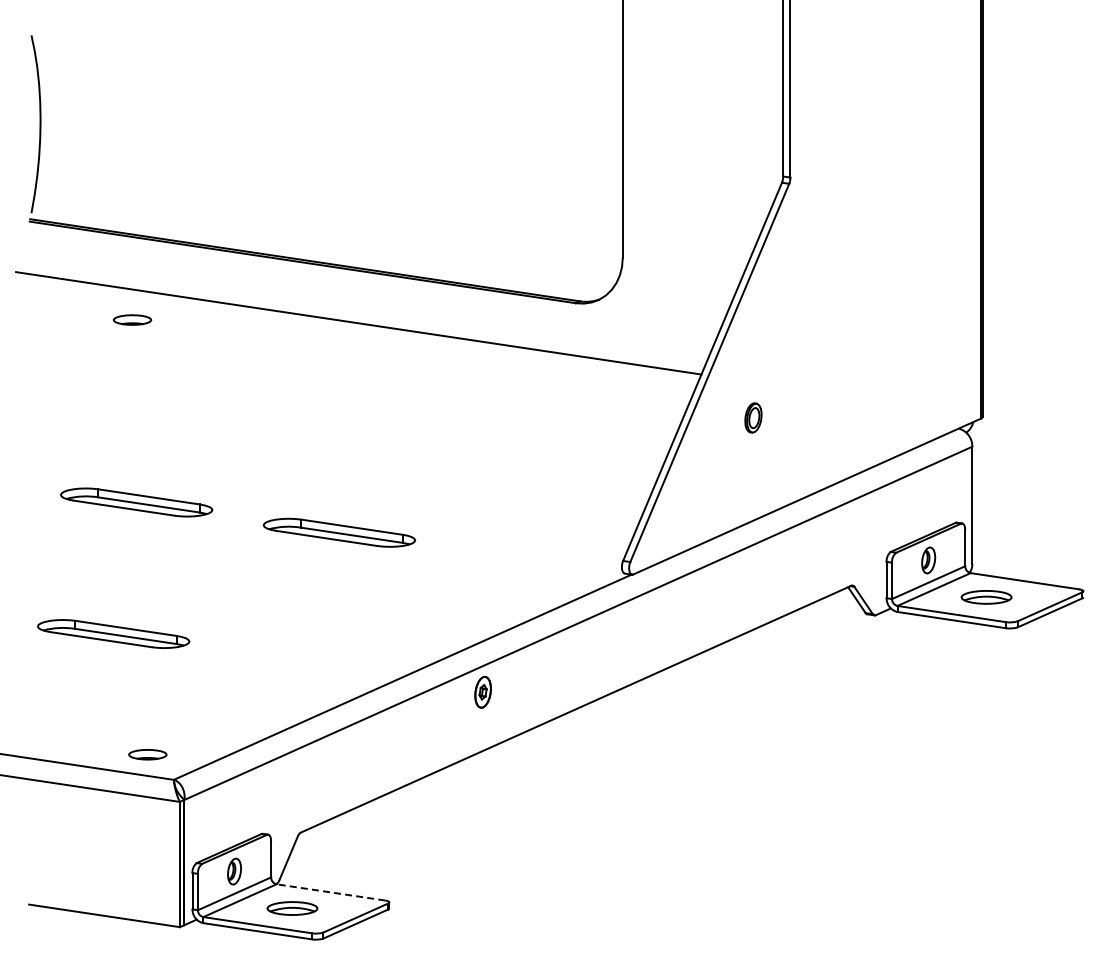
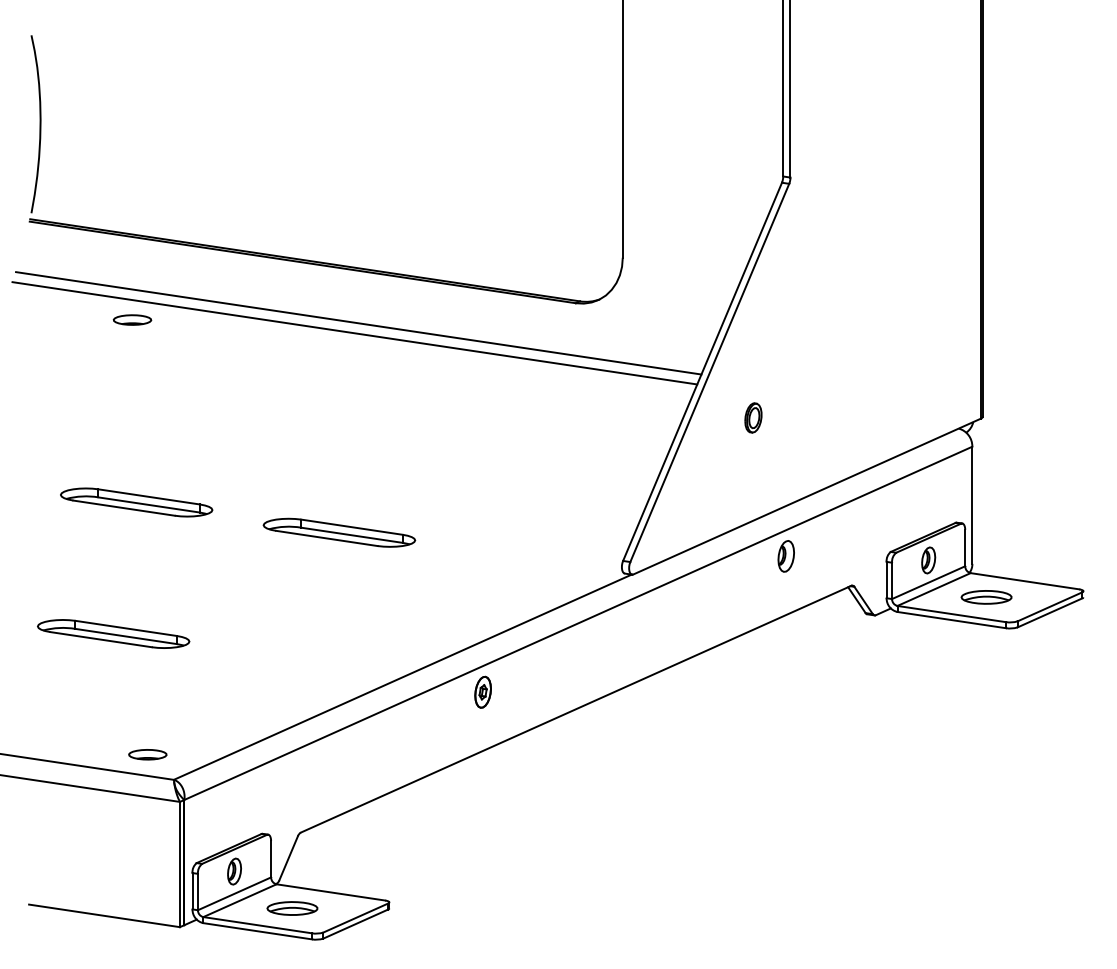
line at (354, 333): none -> present
part at (785, 556): none -> present
line at (330, 892): dashed -> solid
